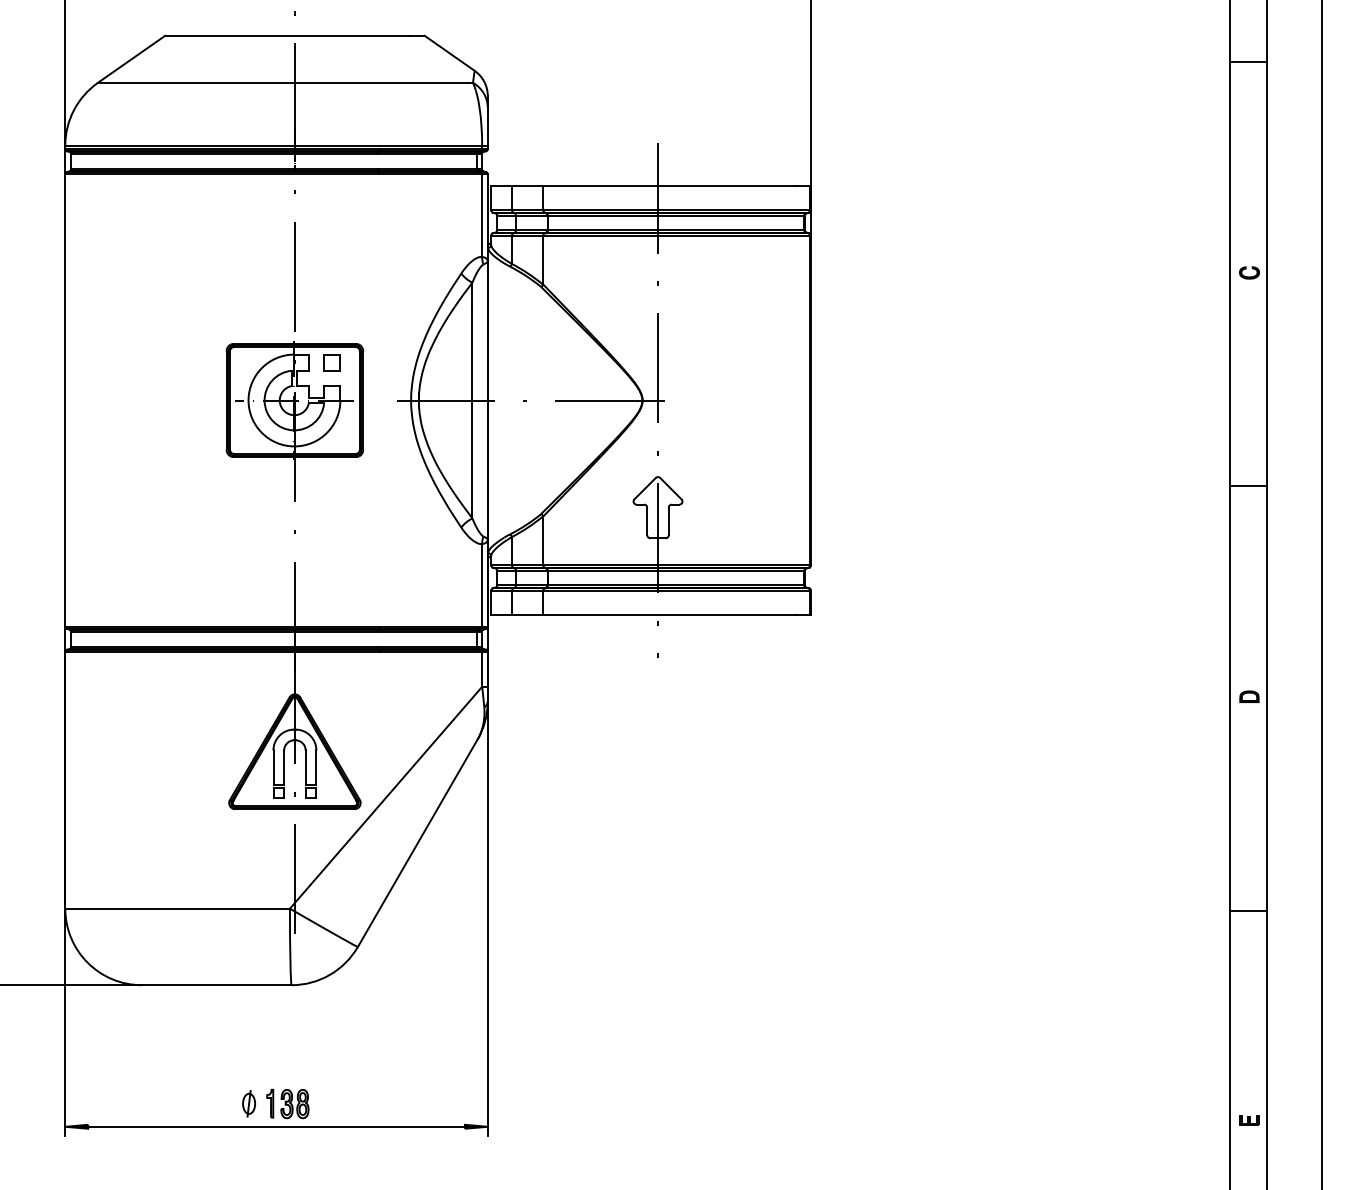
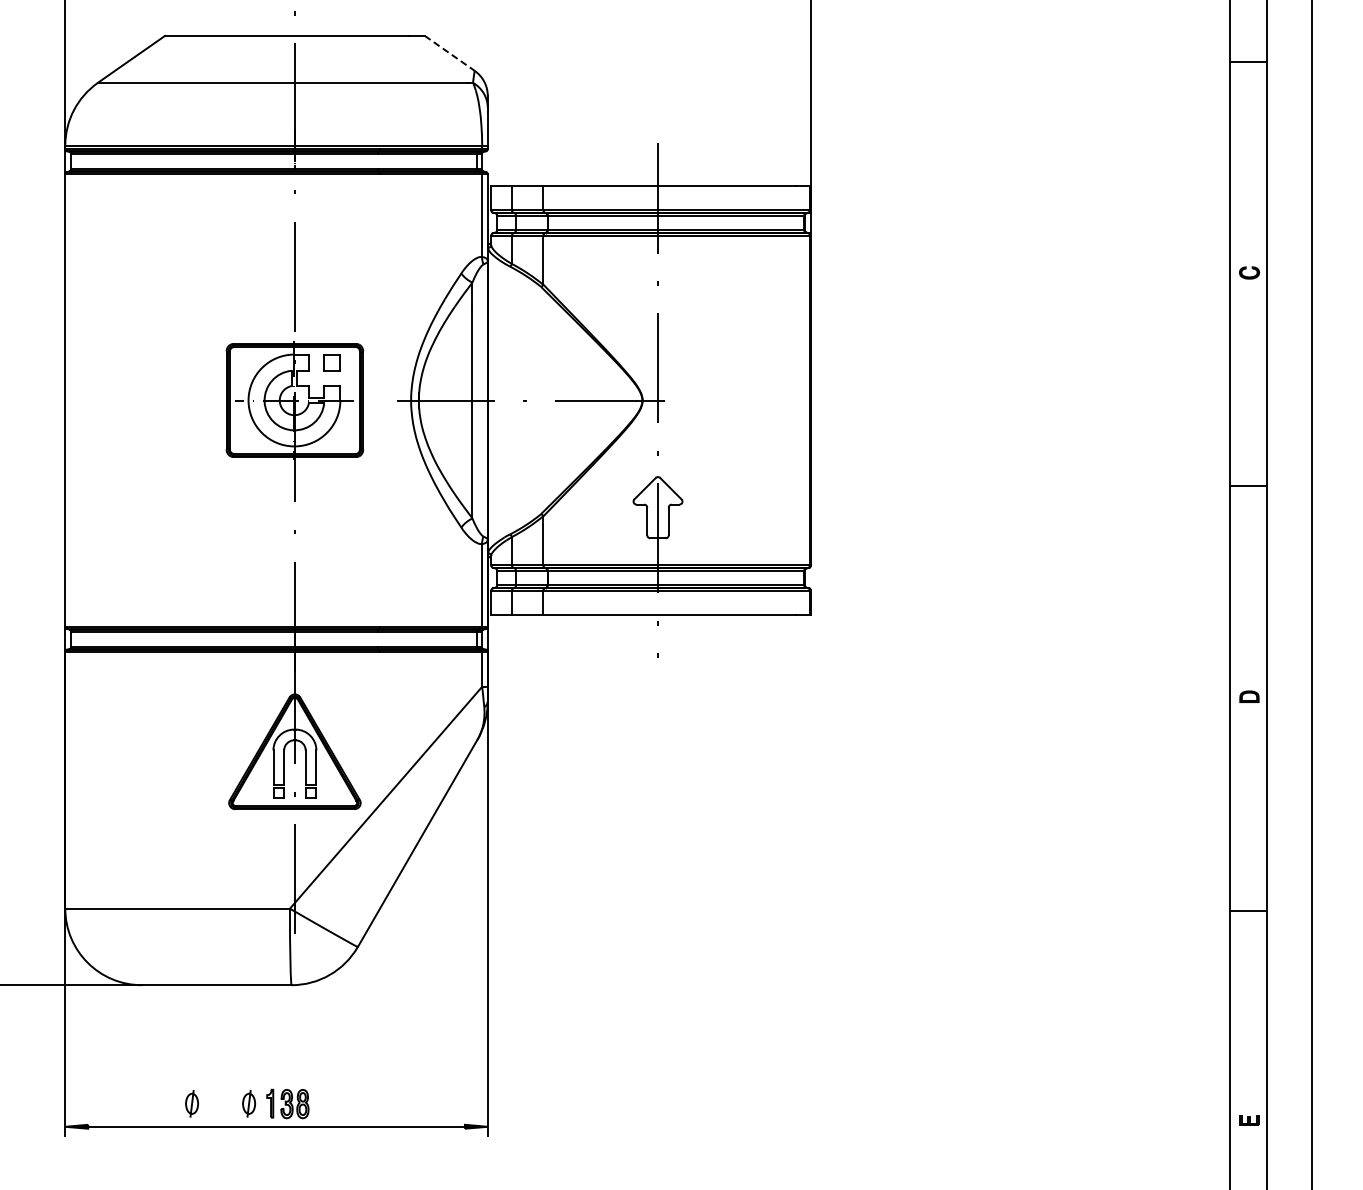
line at (450, 53): solid -> dashed
line at (1322, 594) position: (1322, 594) -> (1312, 594)
part at (192, 1103): none -> present
